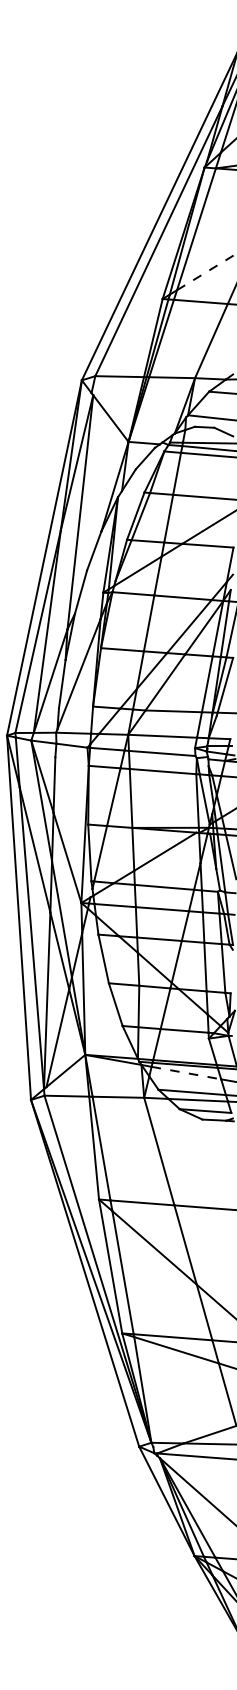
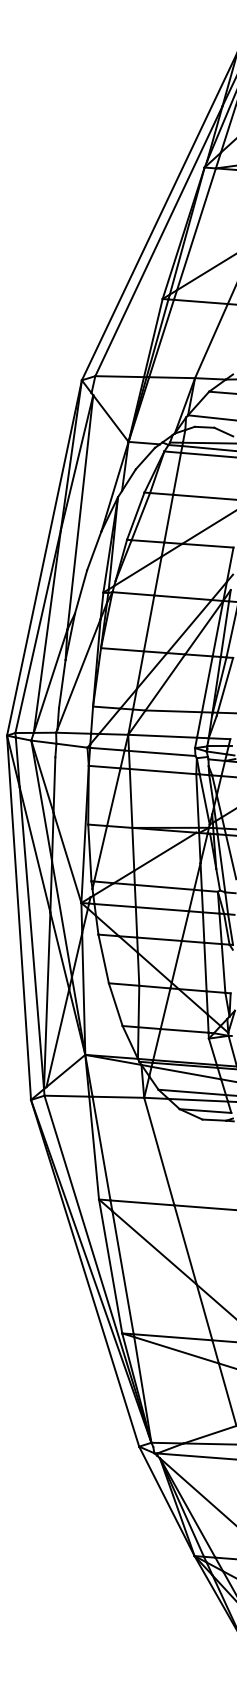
line at (206, 271): dashed -> solid
line at (186, 1073): dashed -> solid
